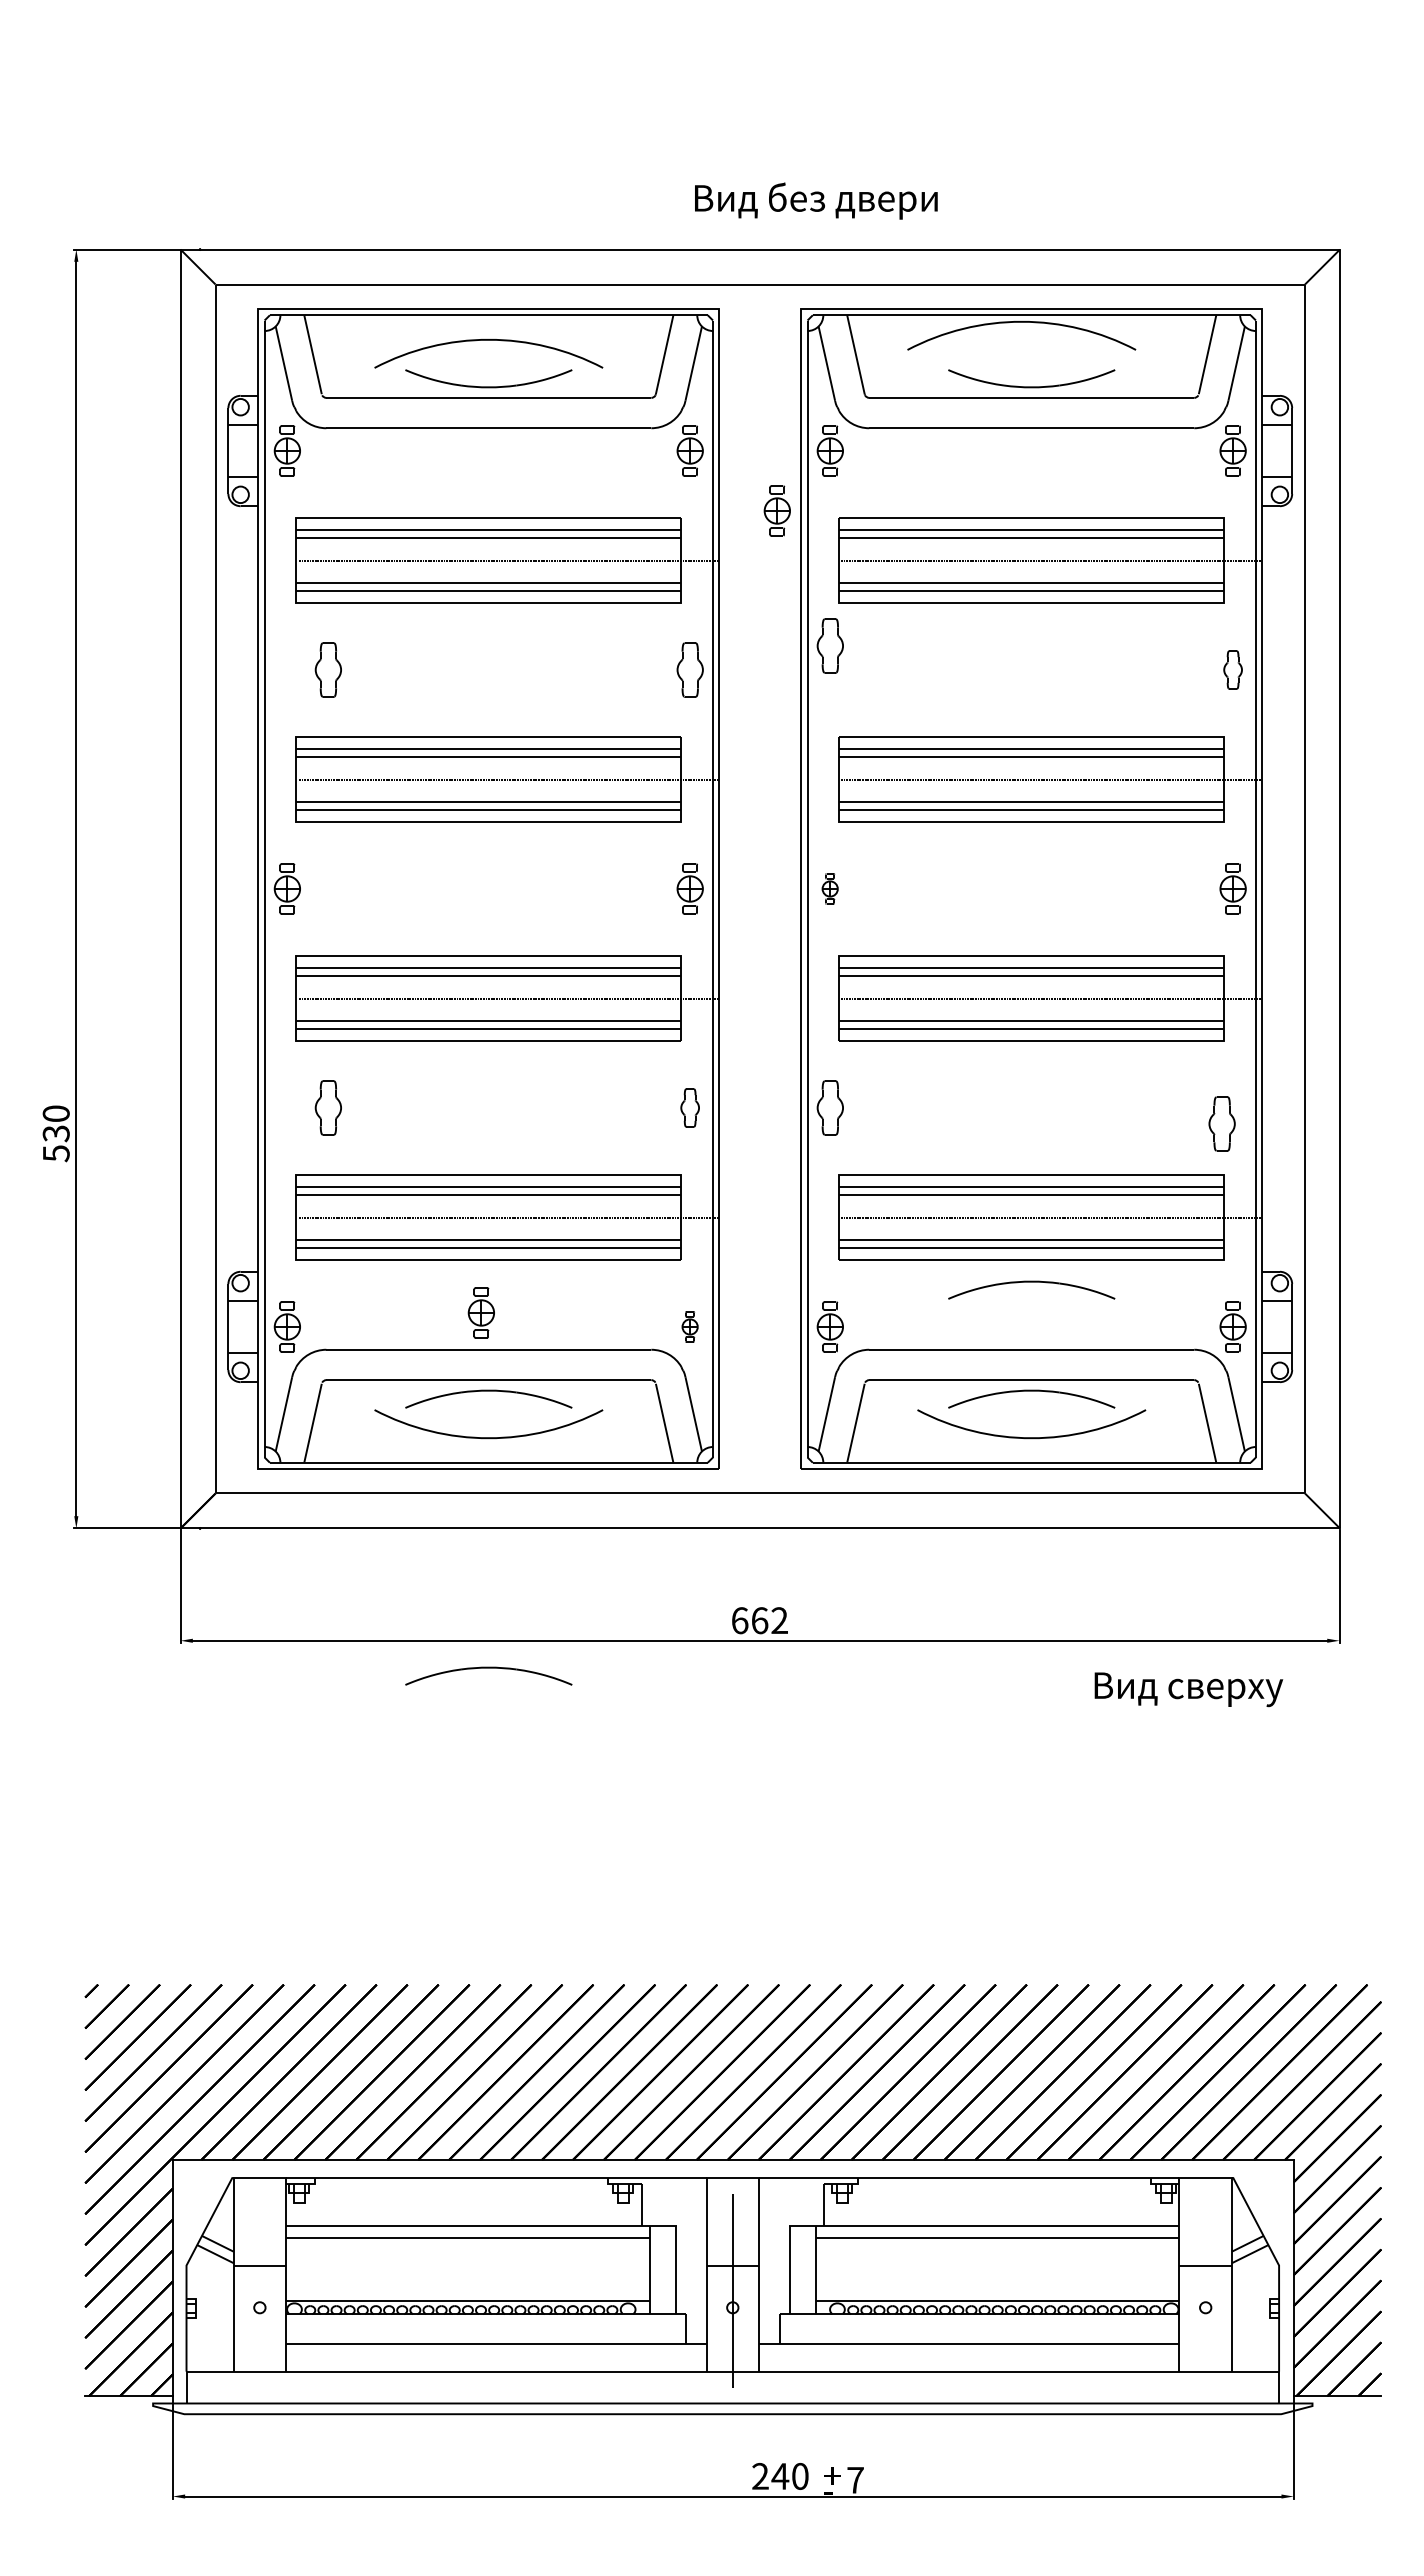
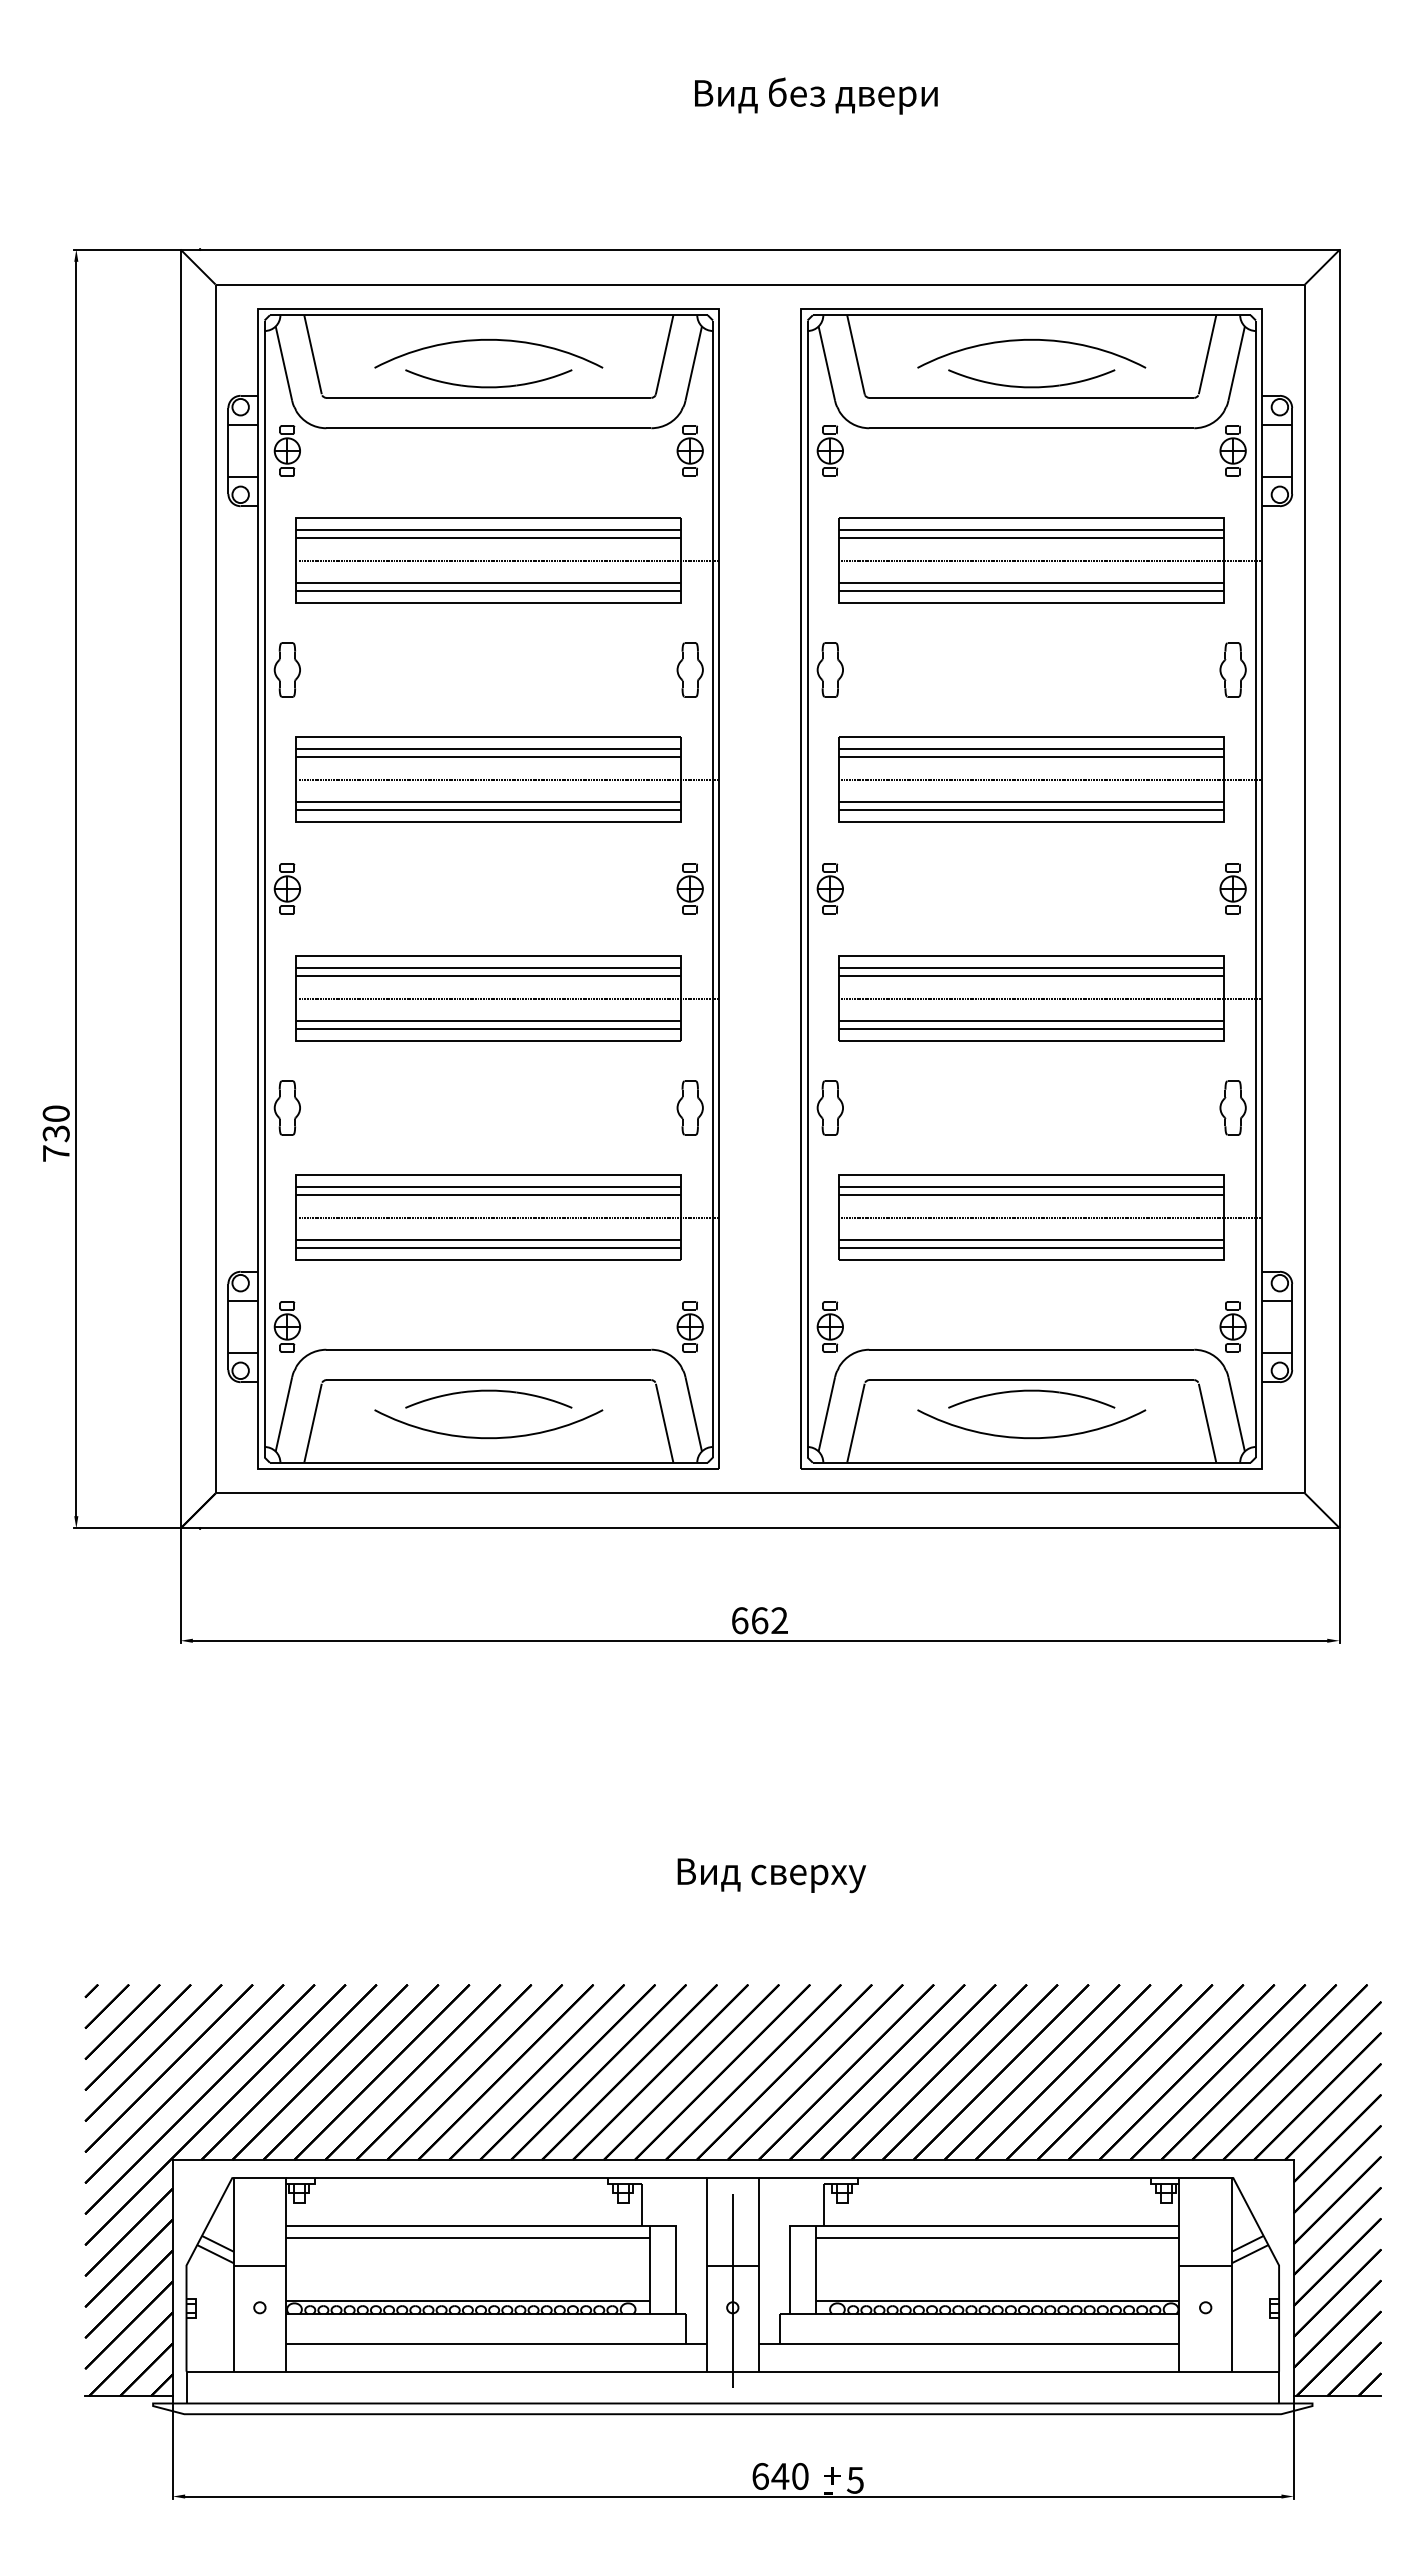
text at (816, 200) position: (816, 200) -> (816, 95)
curve at (1021, 322) position: (1021, 322) -> (1031, 340)
part at (776, 510): present -> none
part at (829, 645) position: (829, 645) -> (829, 669)
part at (327, 669) position: (327, 669) -> (286, 669)
part at (1232, 669) size: 20x40 px -> 28x56 px
part at (829, 888) size: 18x32 px -> 28x52 px
part at (327, 1107) position: (327, 1107) -> (286, 1107)
part at (689, 1107) size: 20x40 px -> 28x56 px
part at (1221, 1123) position: (1221, 1123) -> (1232, 1107)
text at (56, 1153): 530 -> 730
part at (1031, 1282): present -> none
part at (480, 1312): present -> none
part at (689, 1326) size: 18x32 px -> 28x52 px
part at (488, 1668): present -> none
text at (1188, 1689) position: (1188, 1689) -> (771, 1875)
text at (760, 2475): 240 -> 640
text at (855, 2480): 7 -> 5
